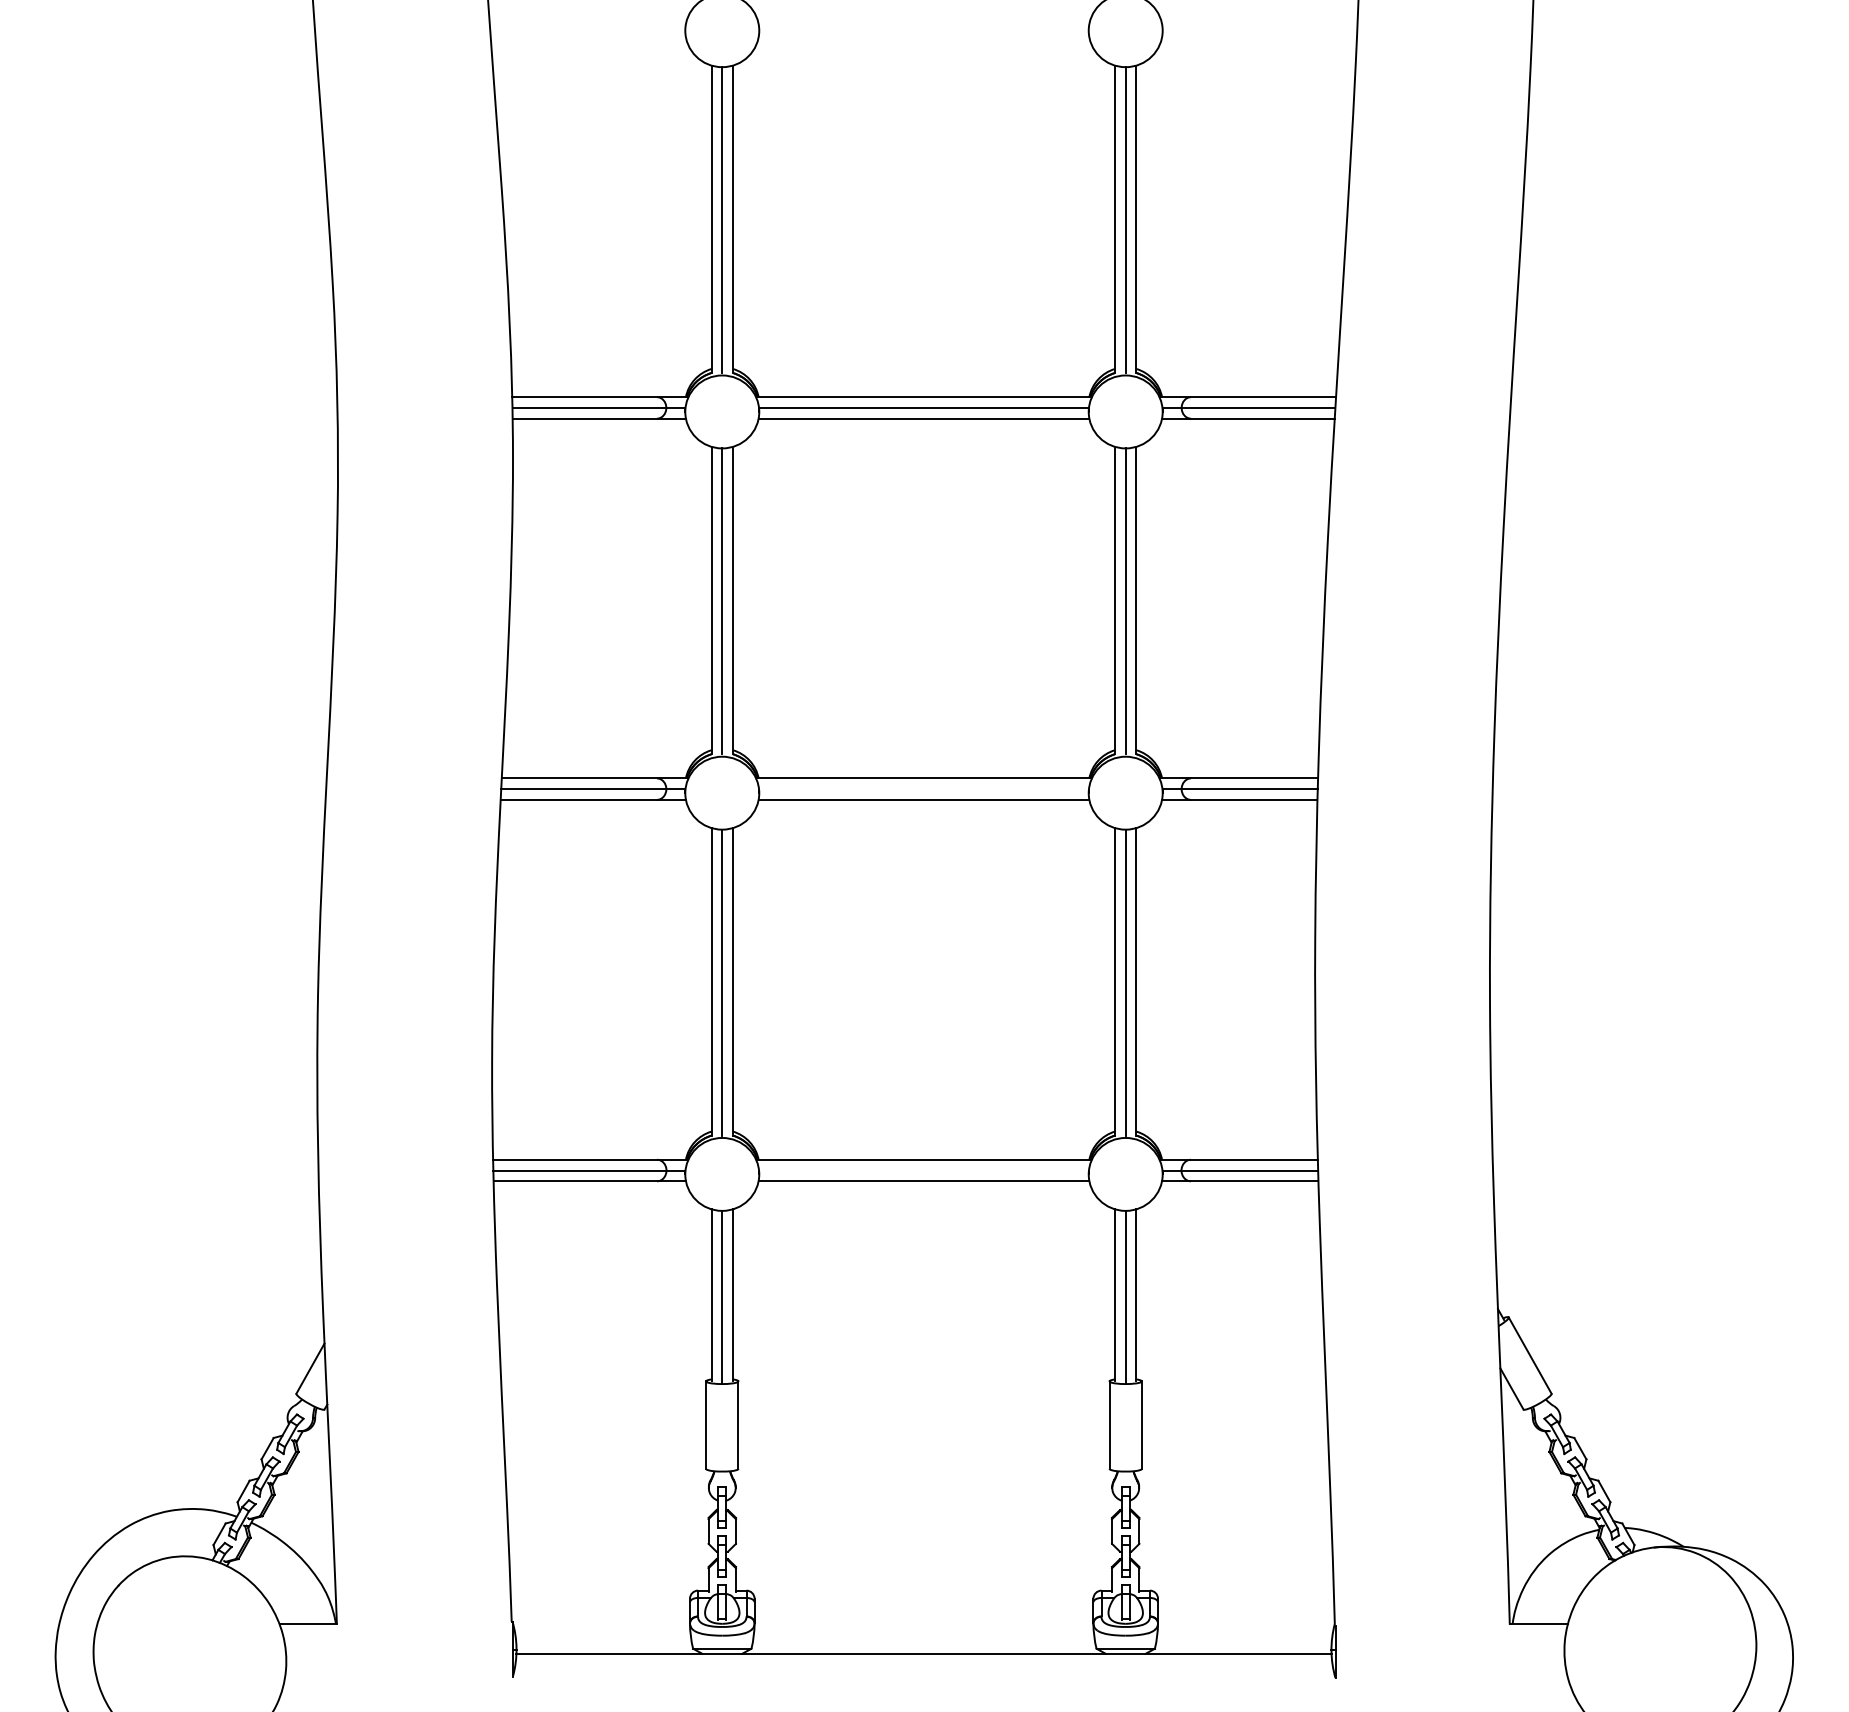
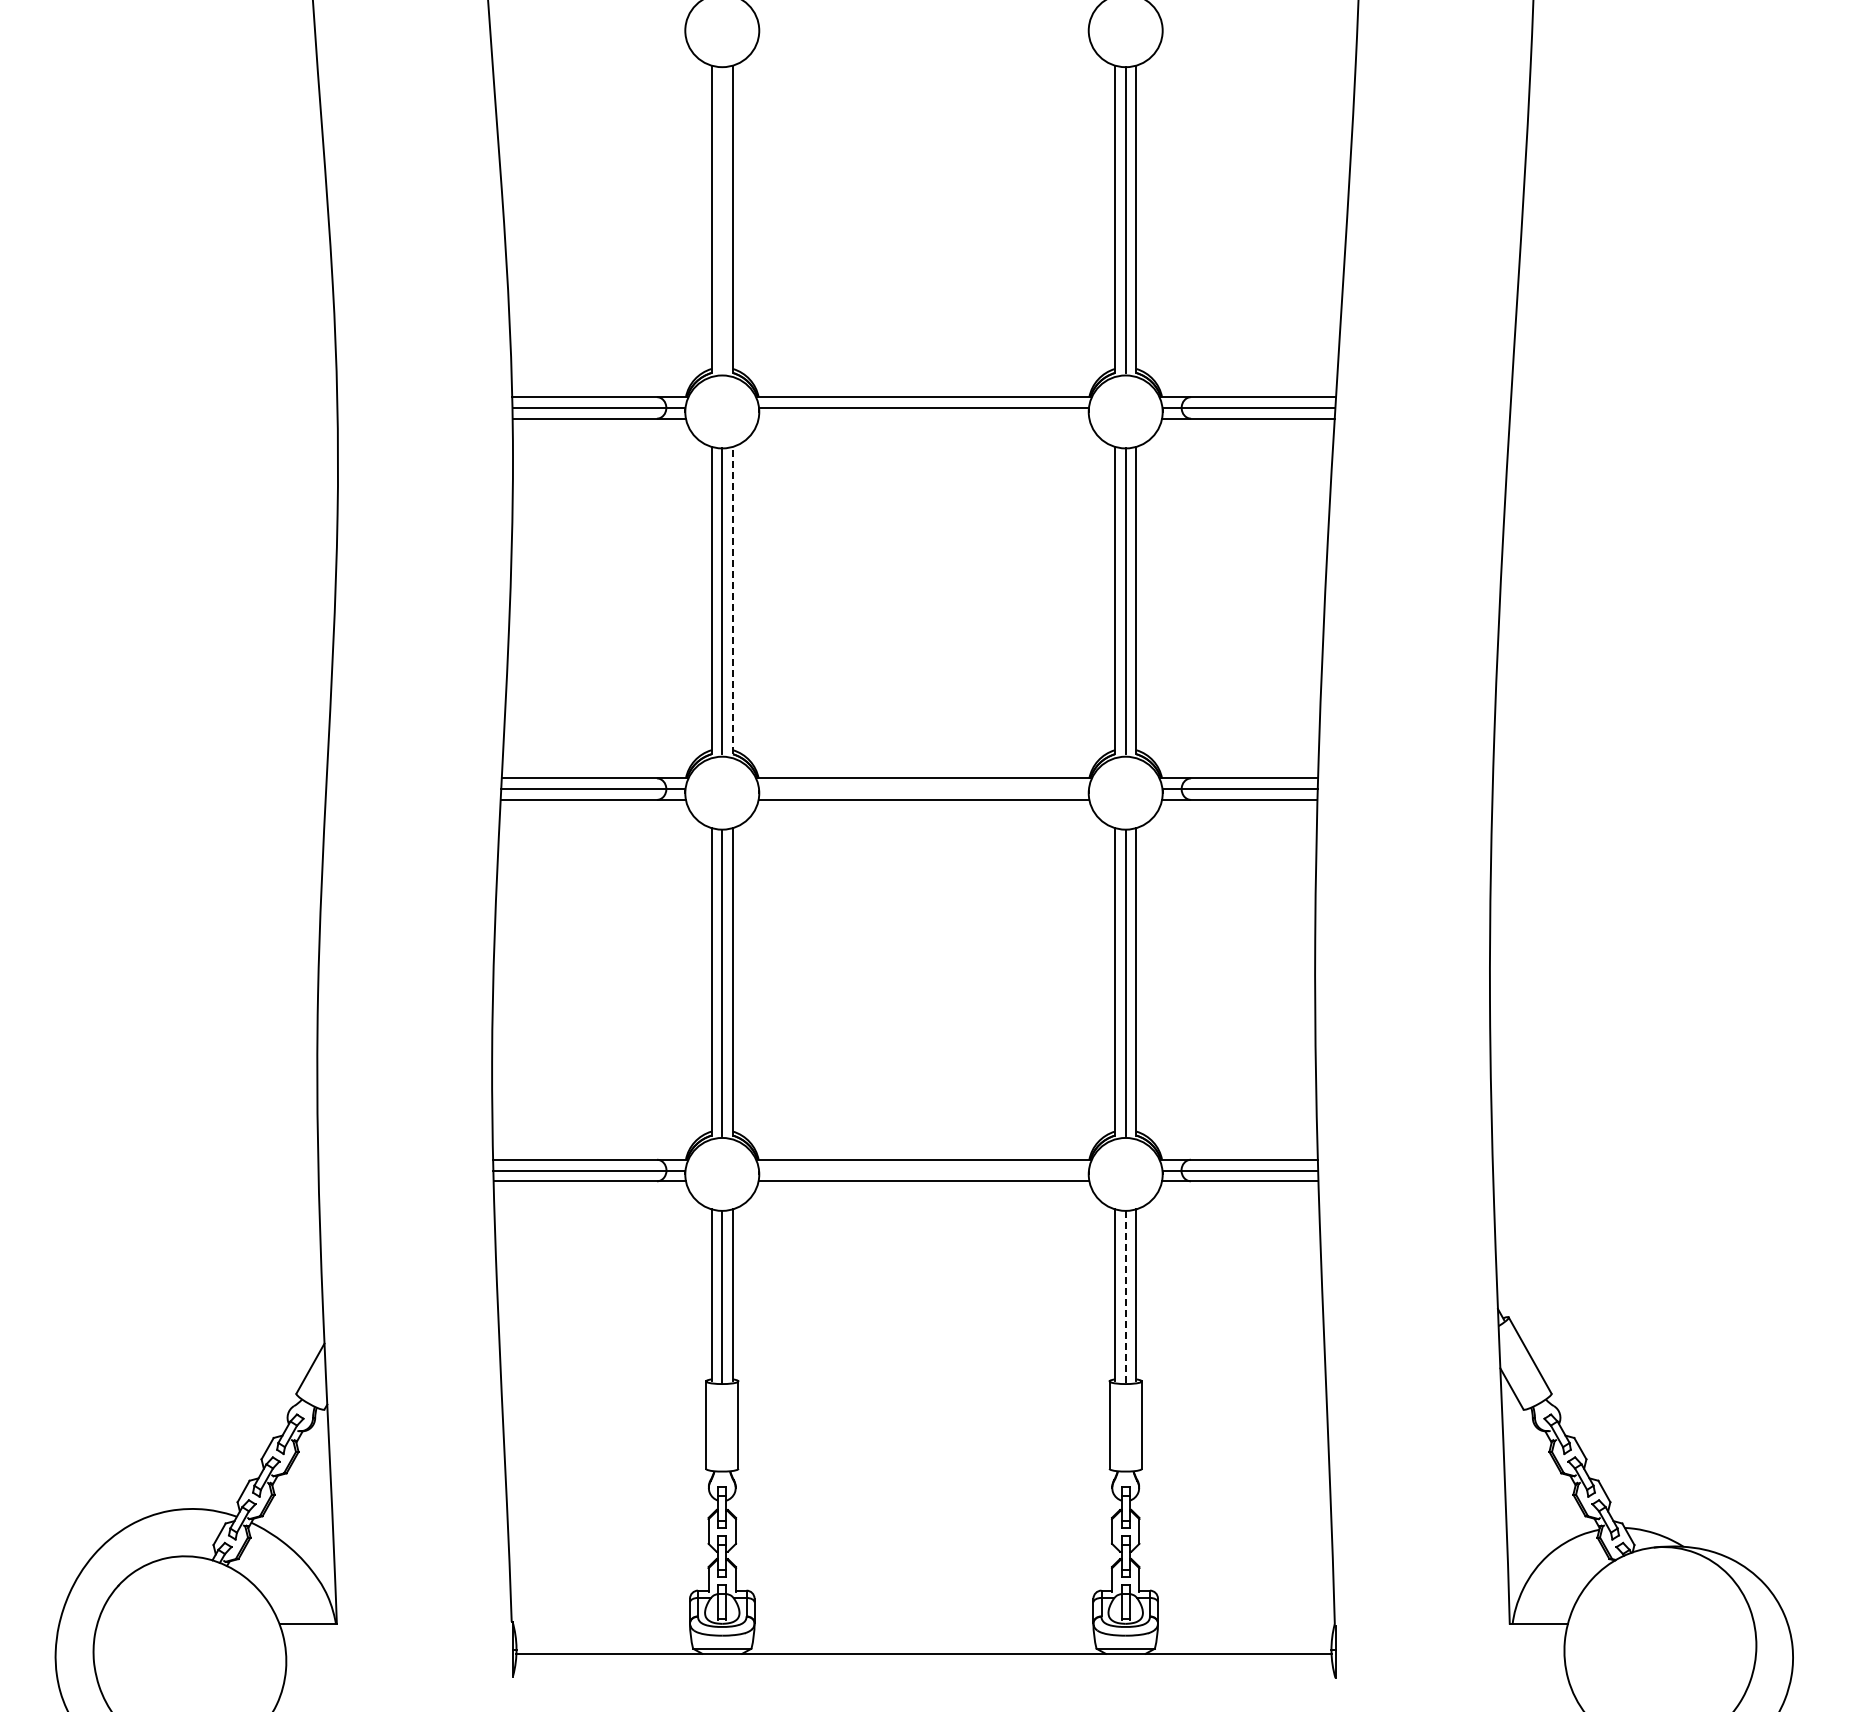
line at (722, 220): present -> none
line at (923, 418): present -> none
line at (733, 600): solid -> dashed
line at (1125, 1296): solid -> dashed
